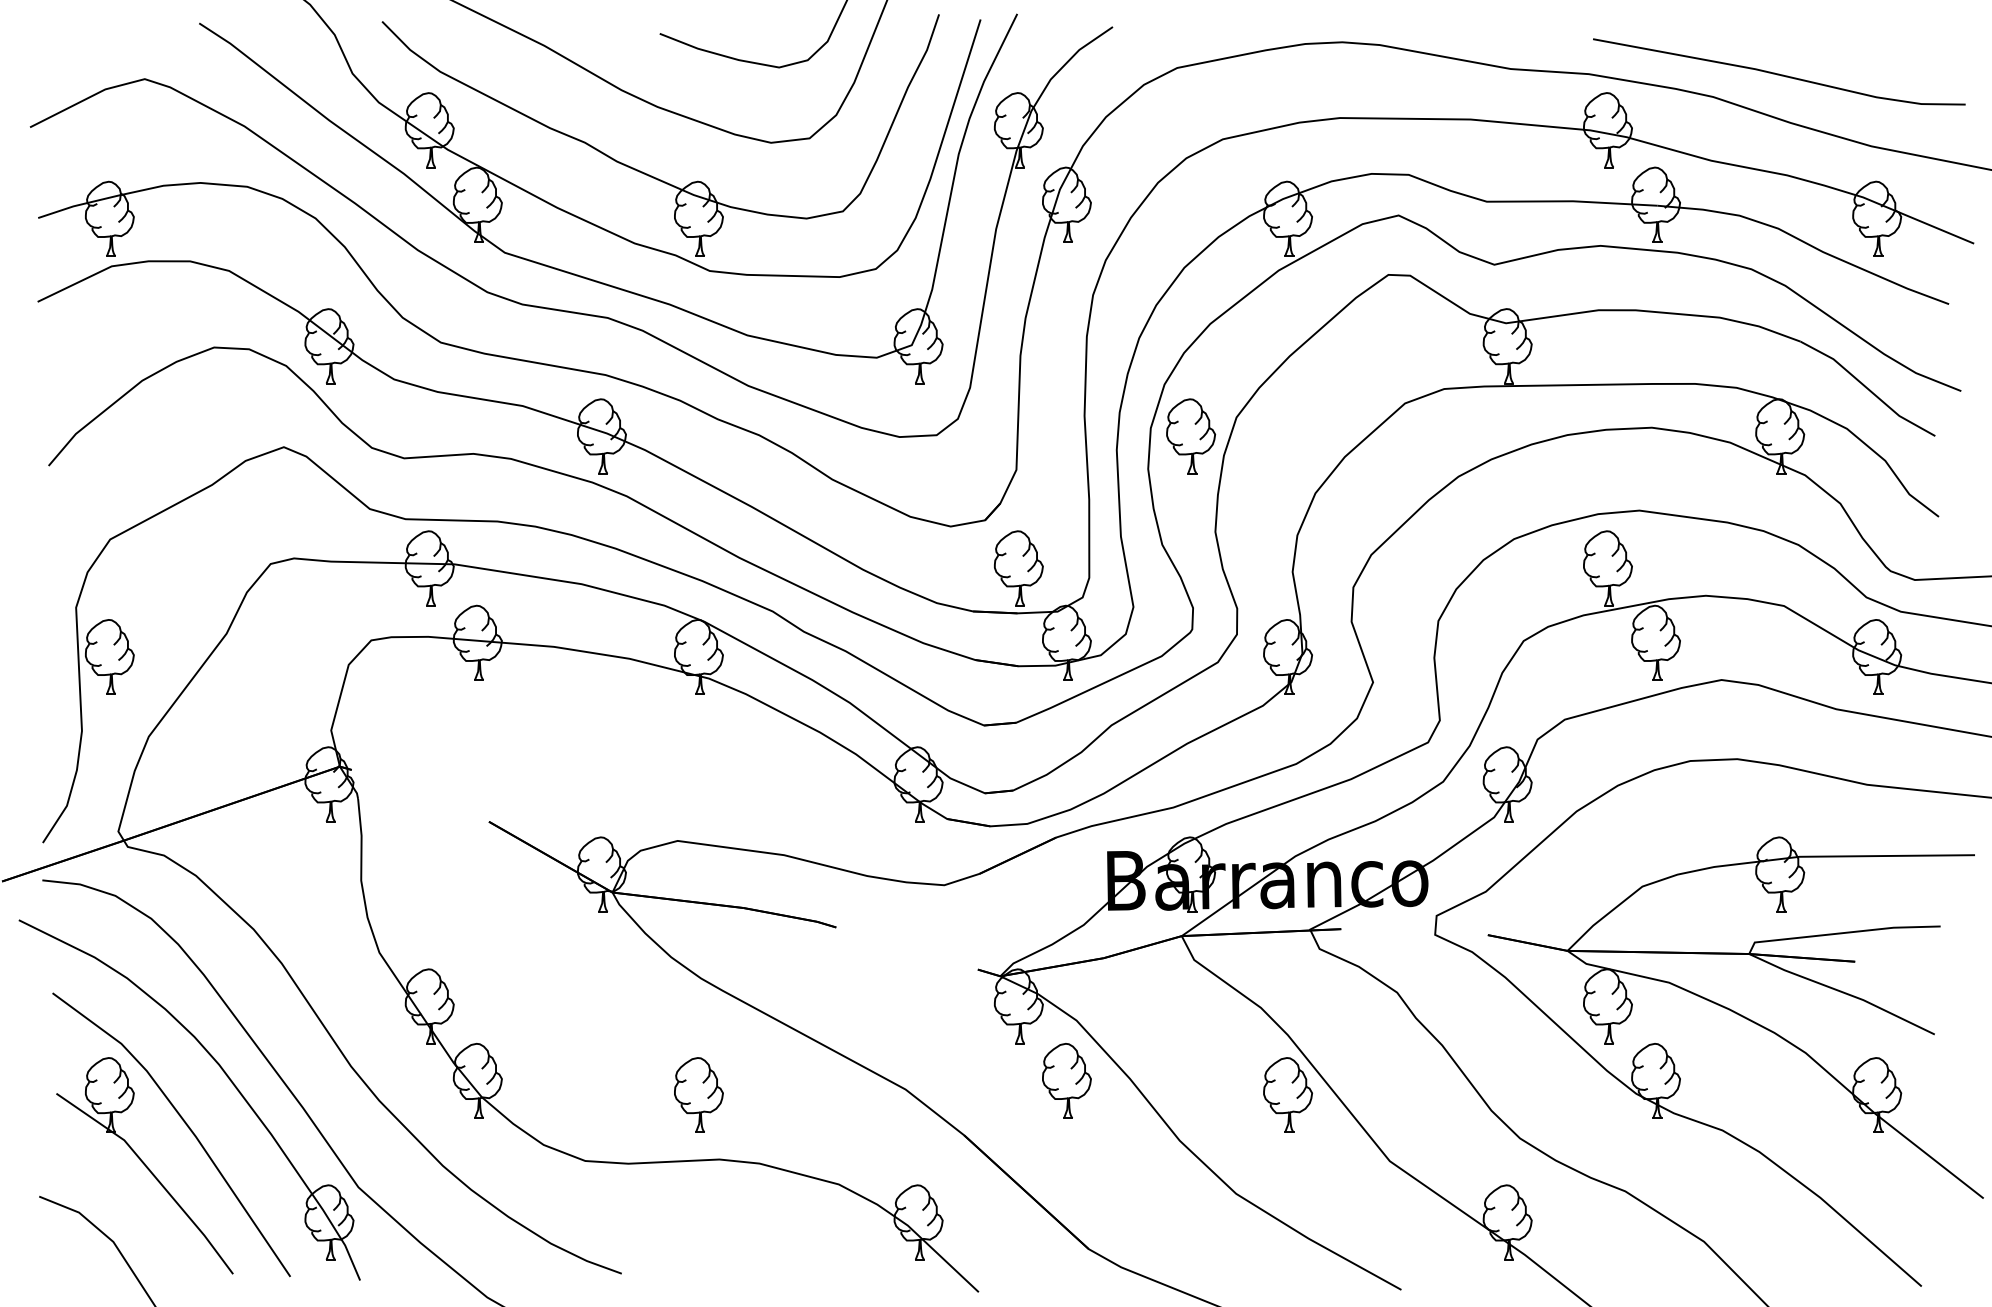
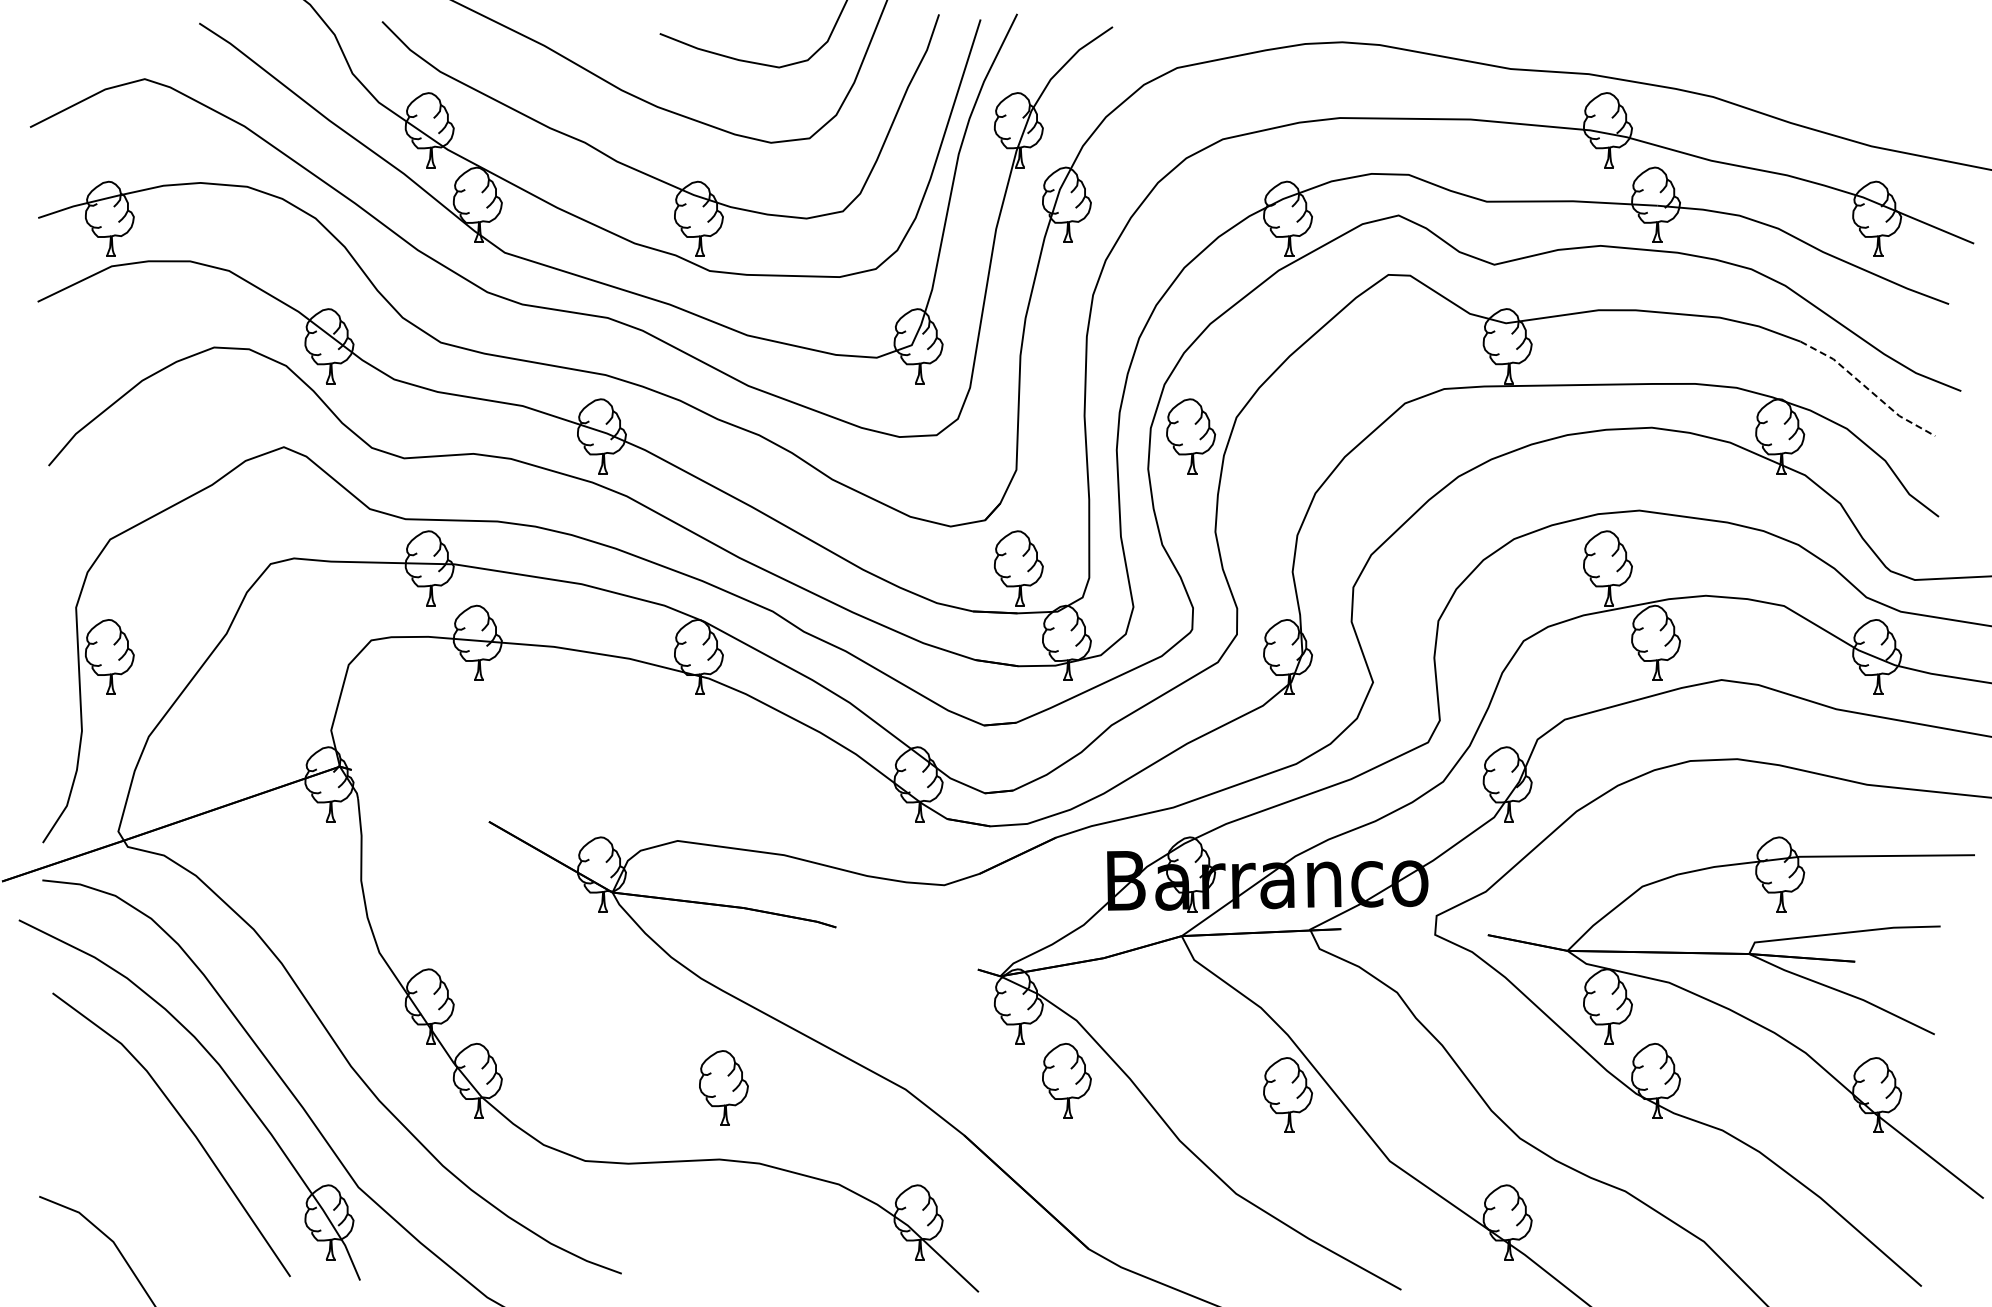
line at (1779, 73): present -> none
line at (1867, 388): solid -> dashed
part at (698, 1094) position: (698, 1094) -> (723, 1087)
part at (144, 1165): present -> none
